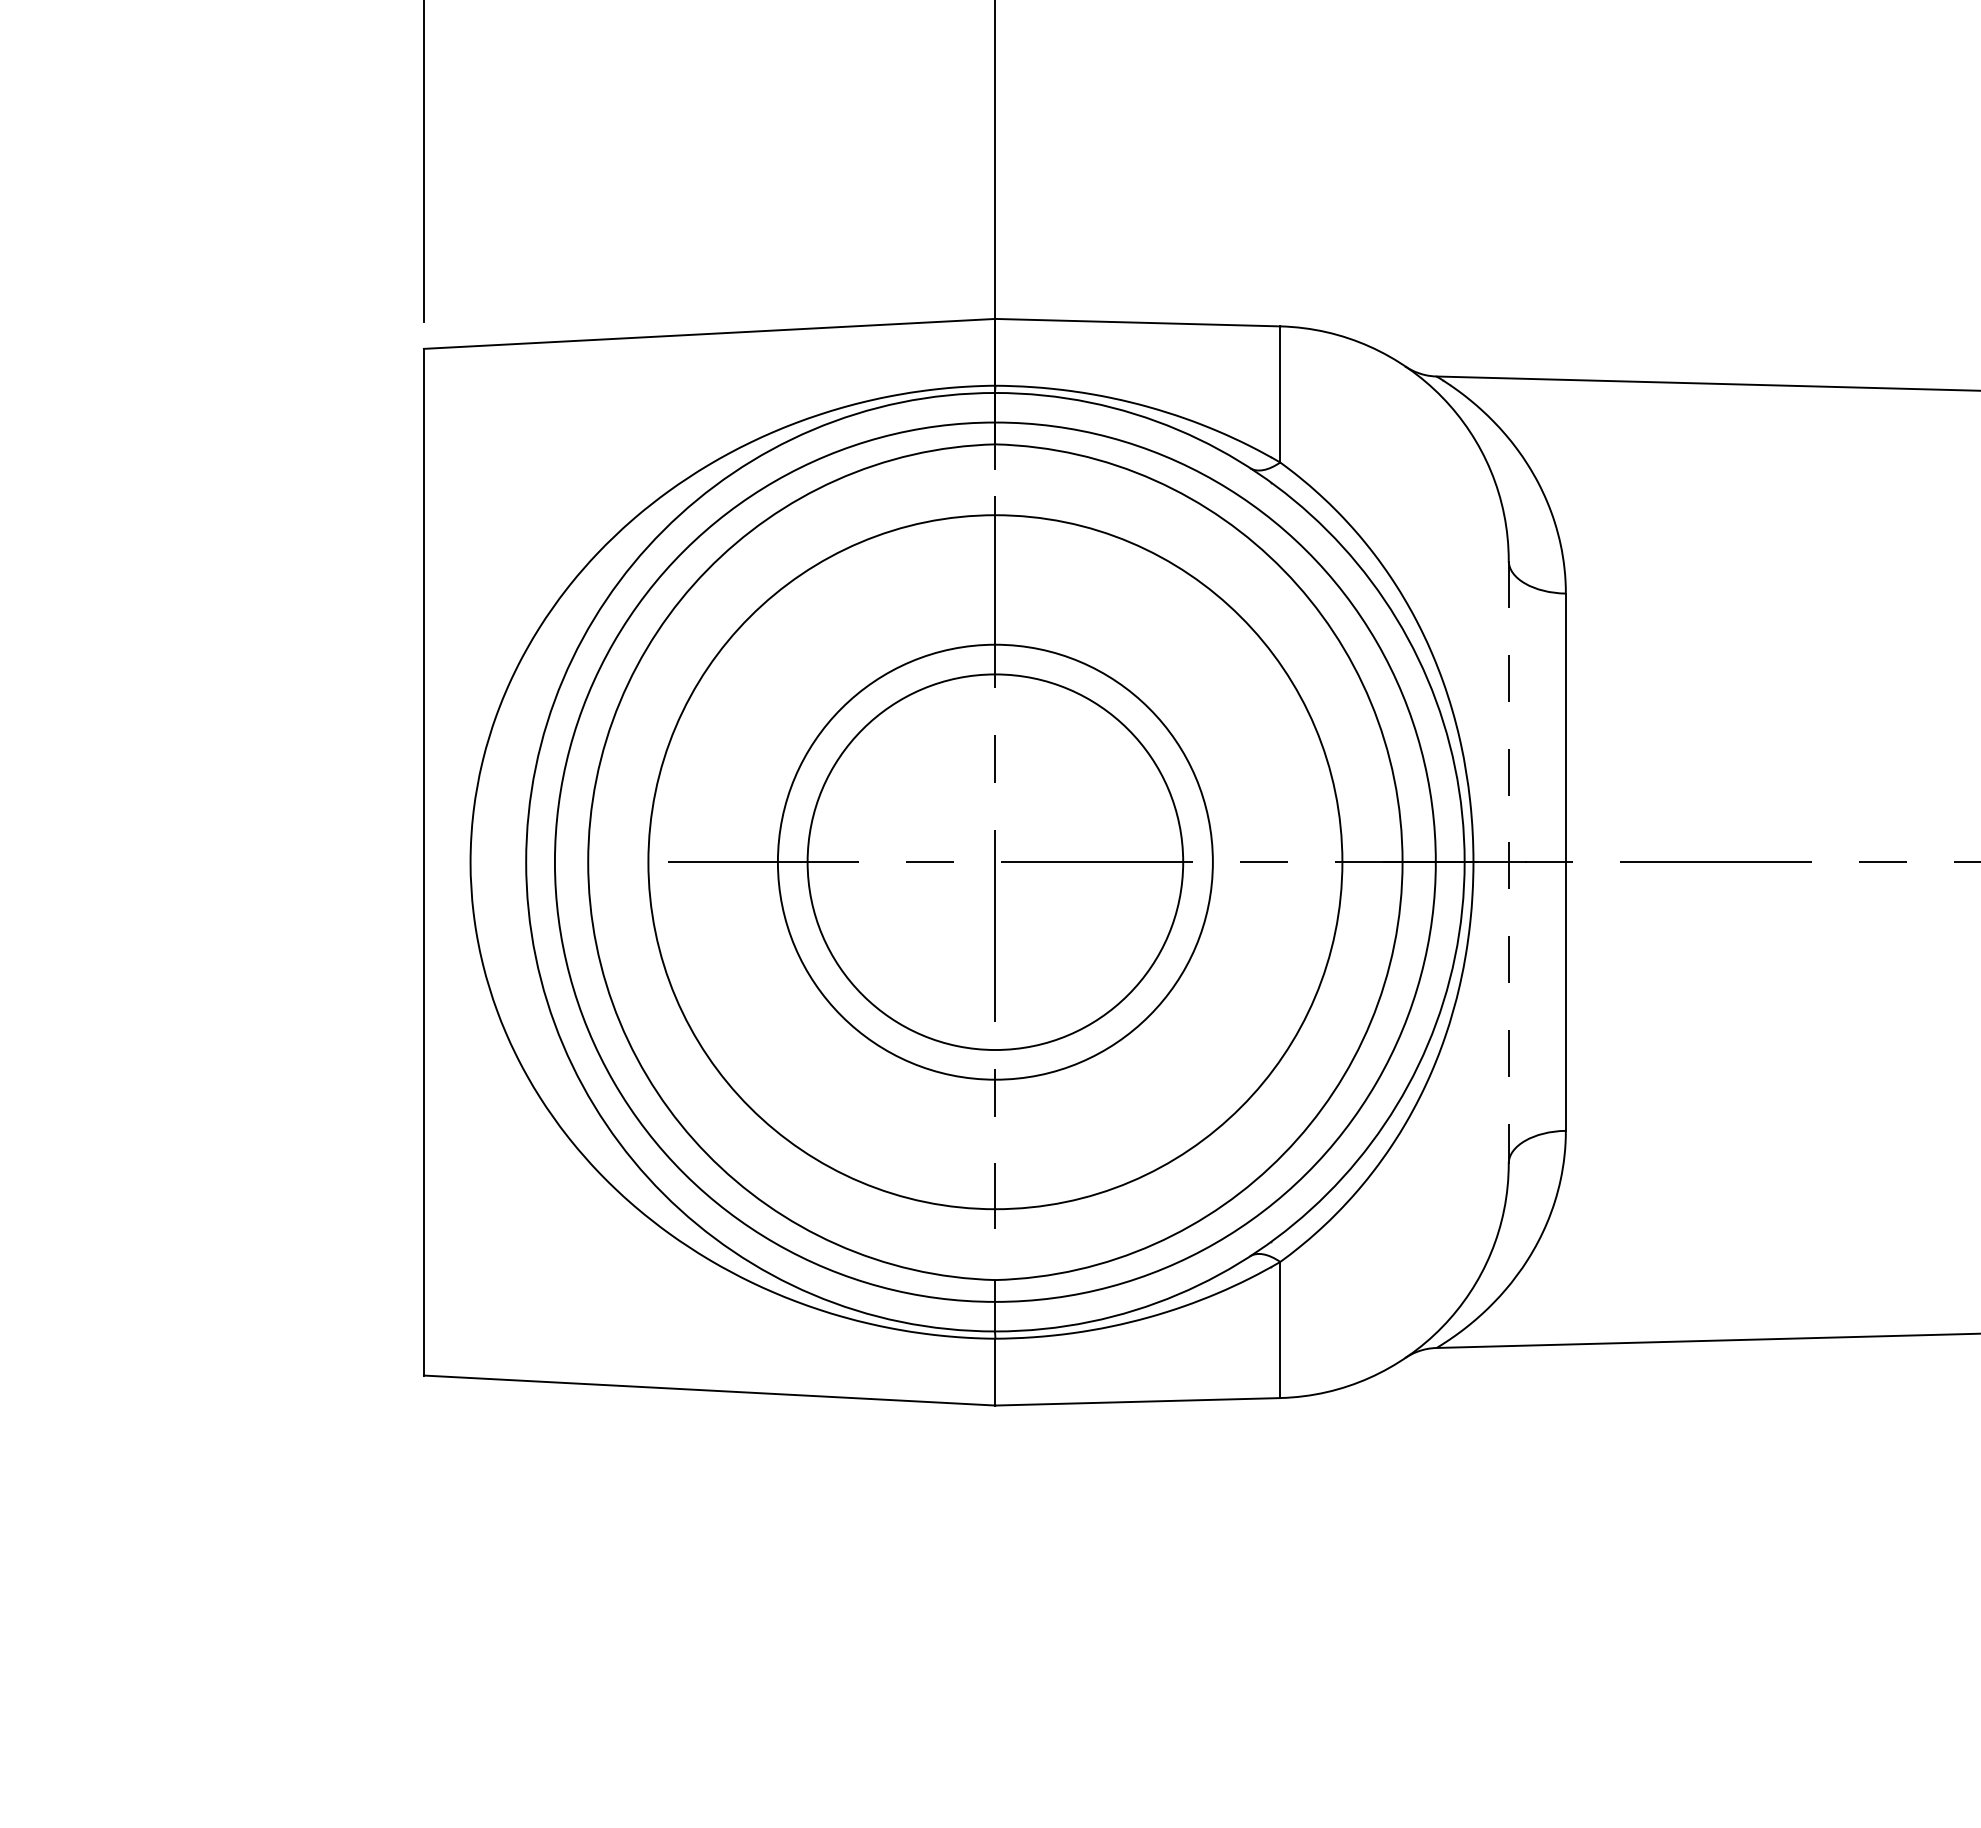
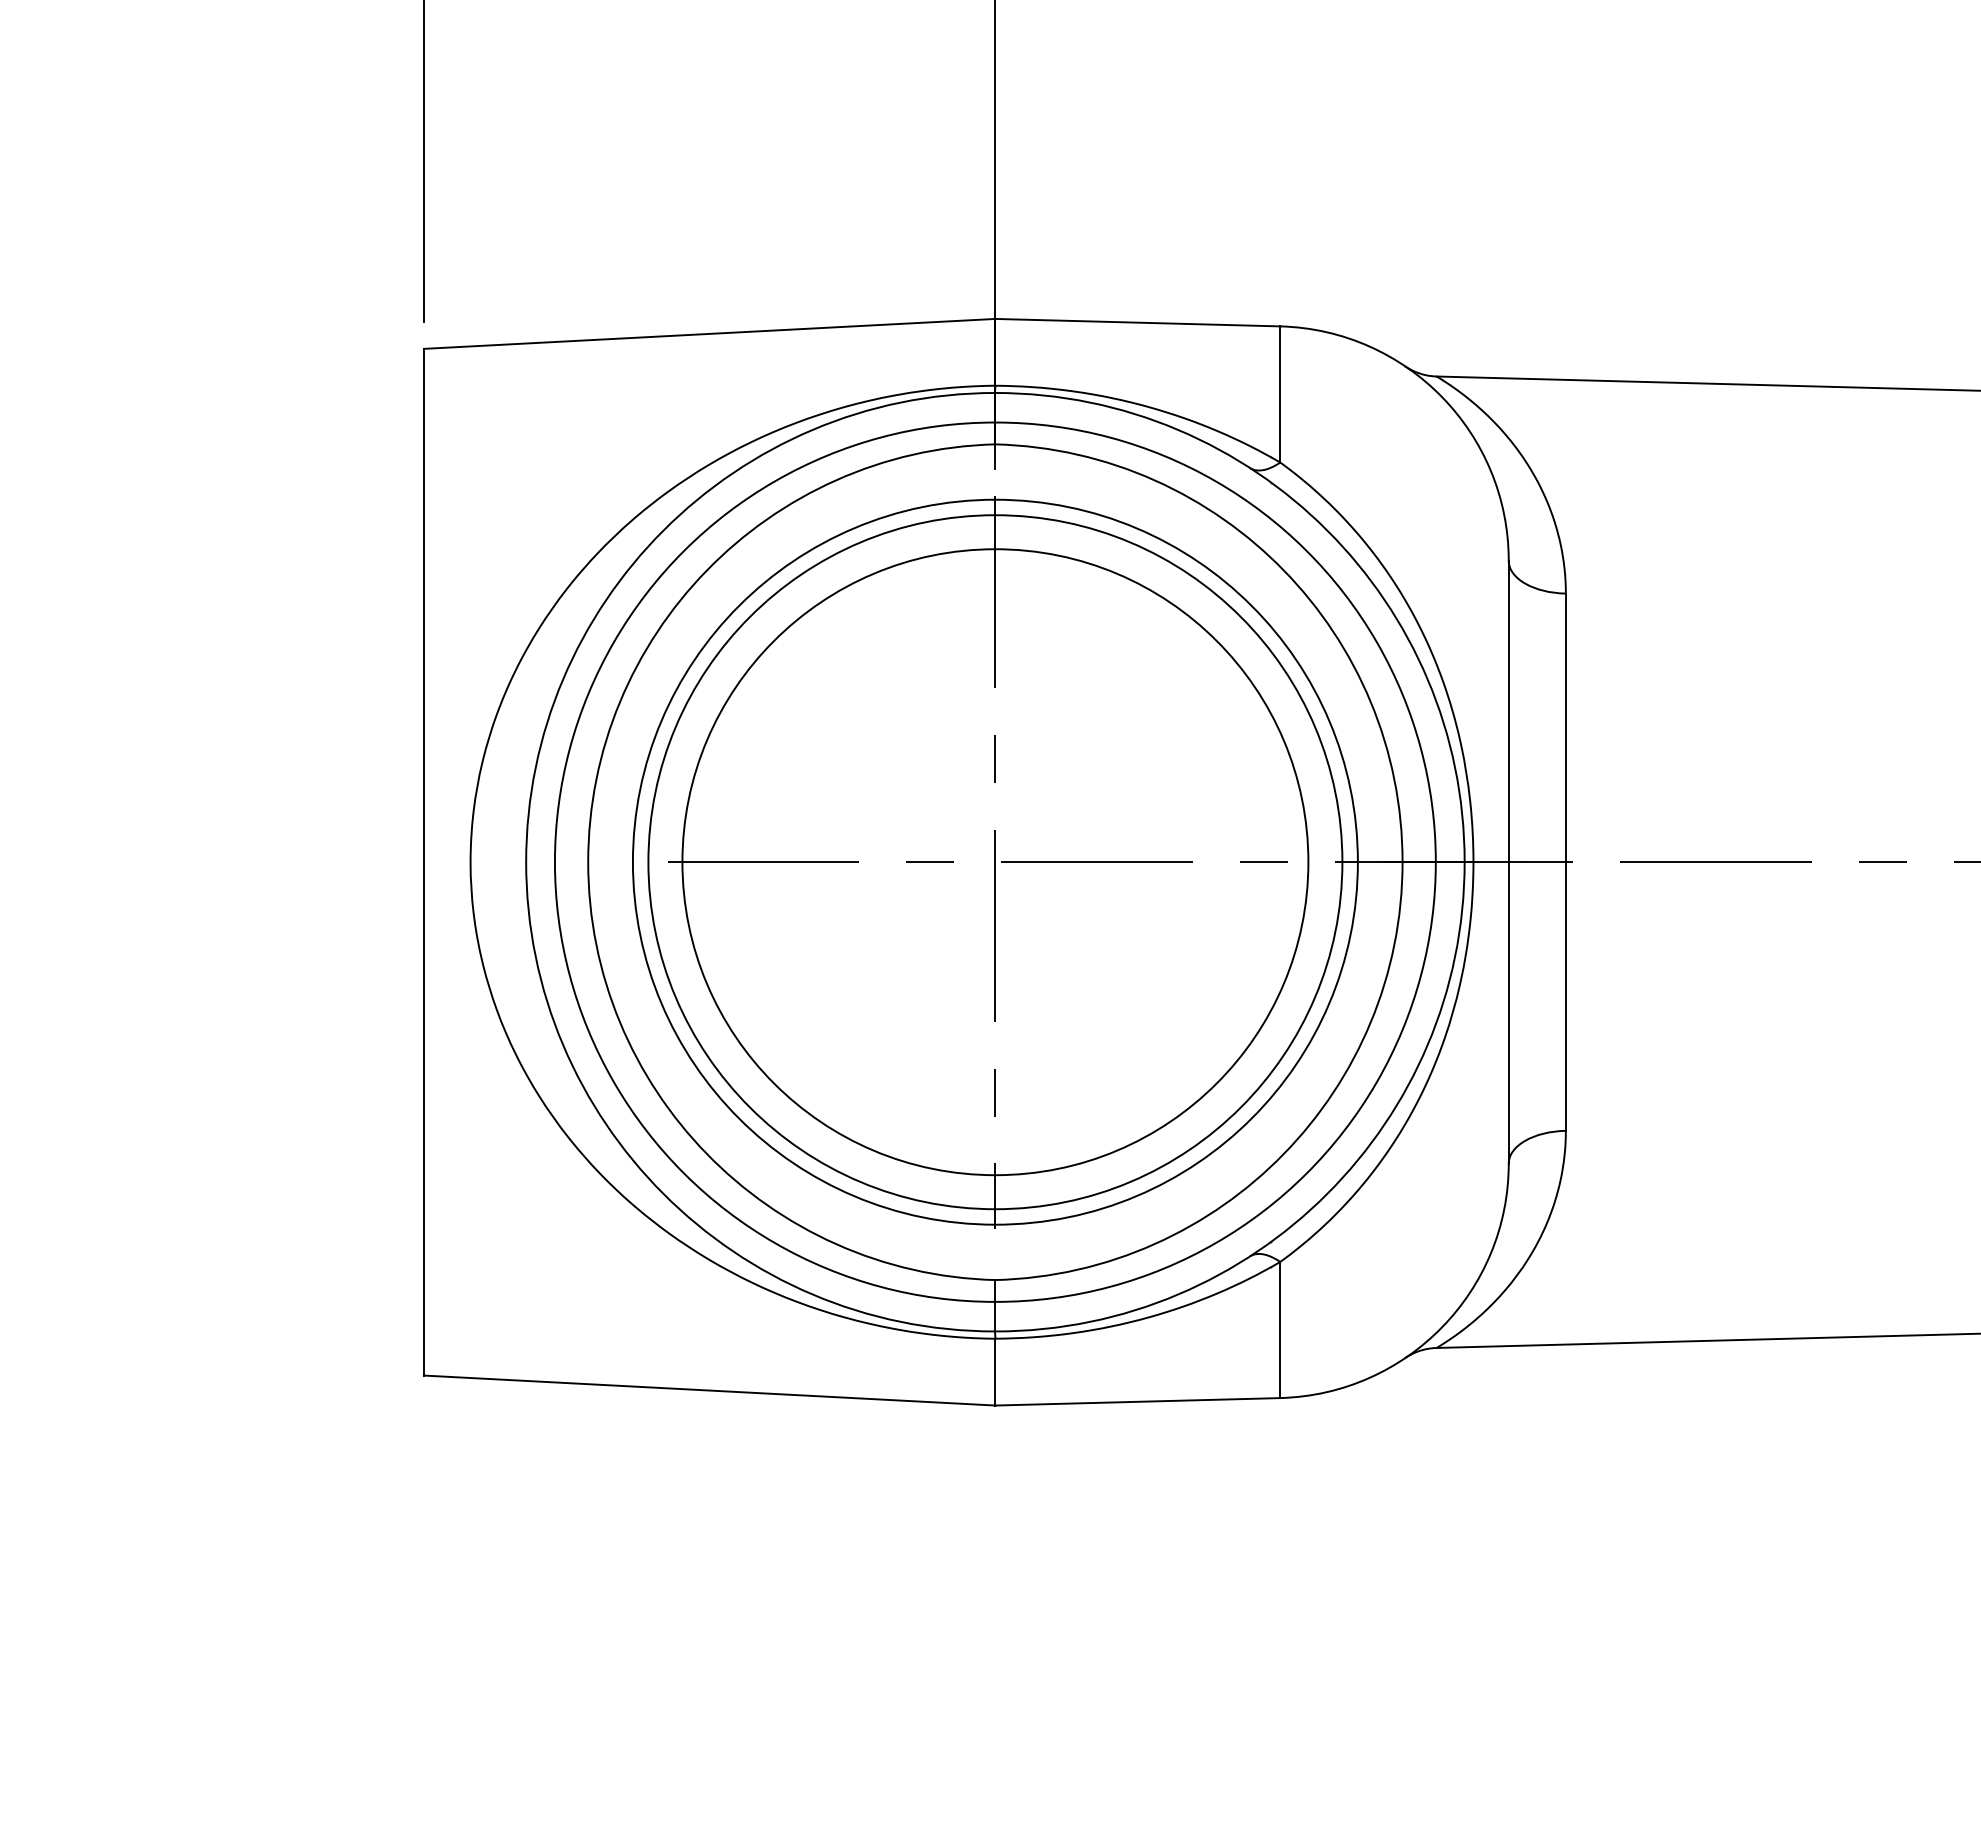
circle at (994, 861) diameter: 435 px -> 725 px
circle at (995, 862) diameter: 376 px -> 626 px
line at (1508, 862): dashed -> solid
